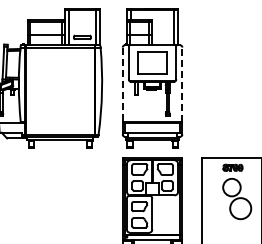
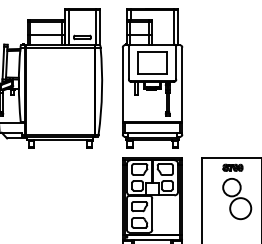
line at (182, 84): dashed -> solid
line at (122, 85): dashed -> solid
